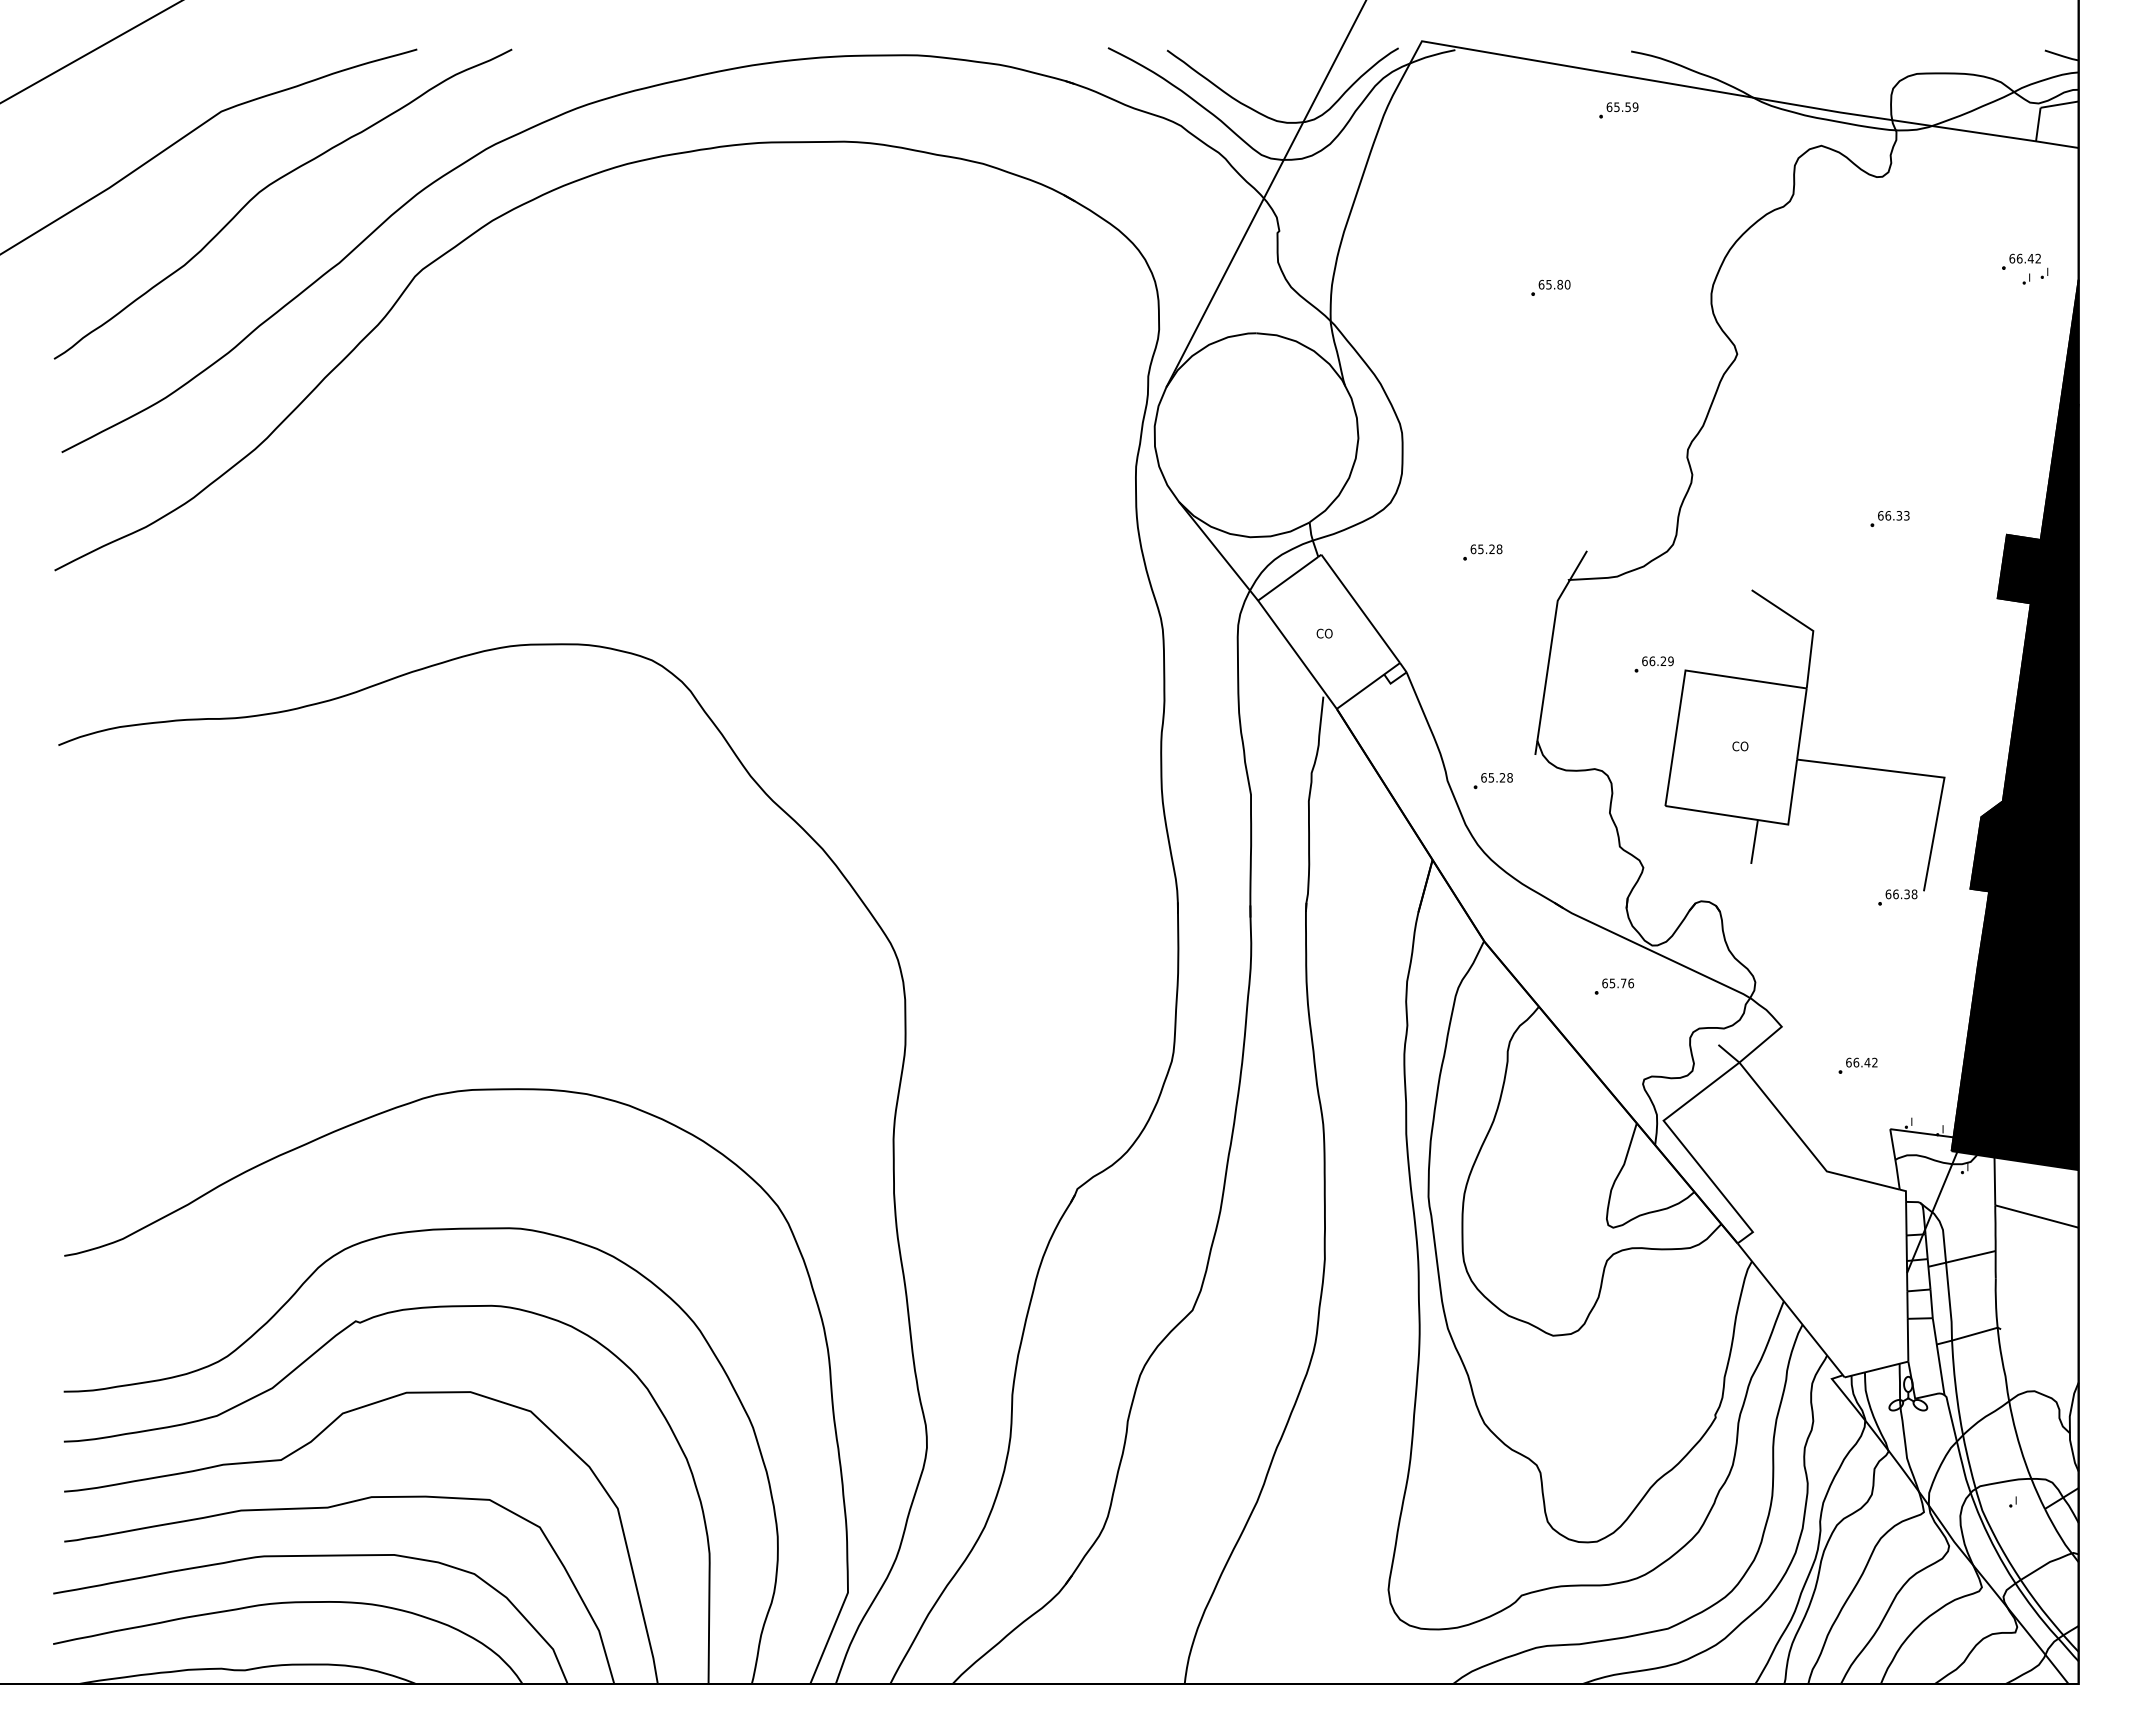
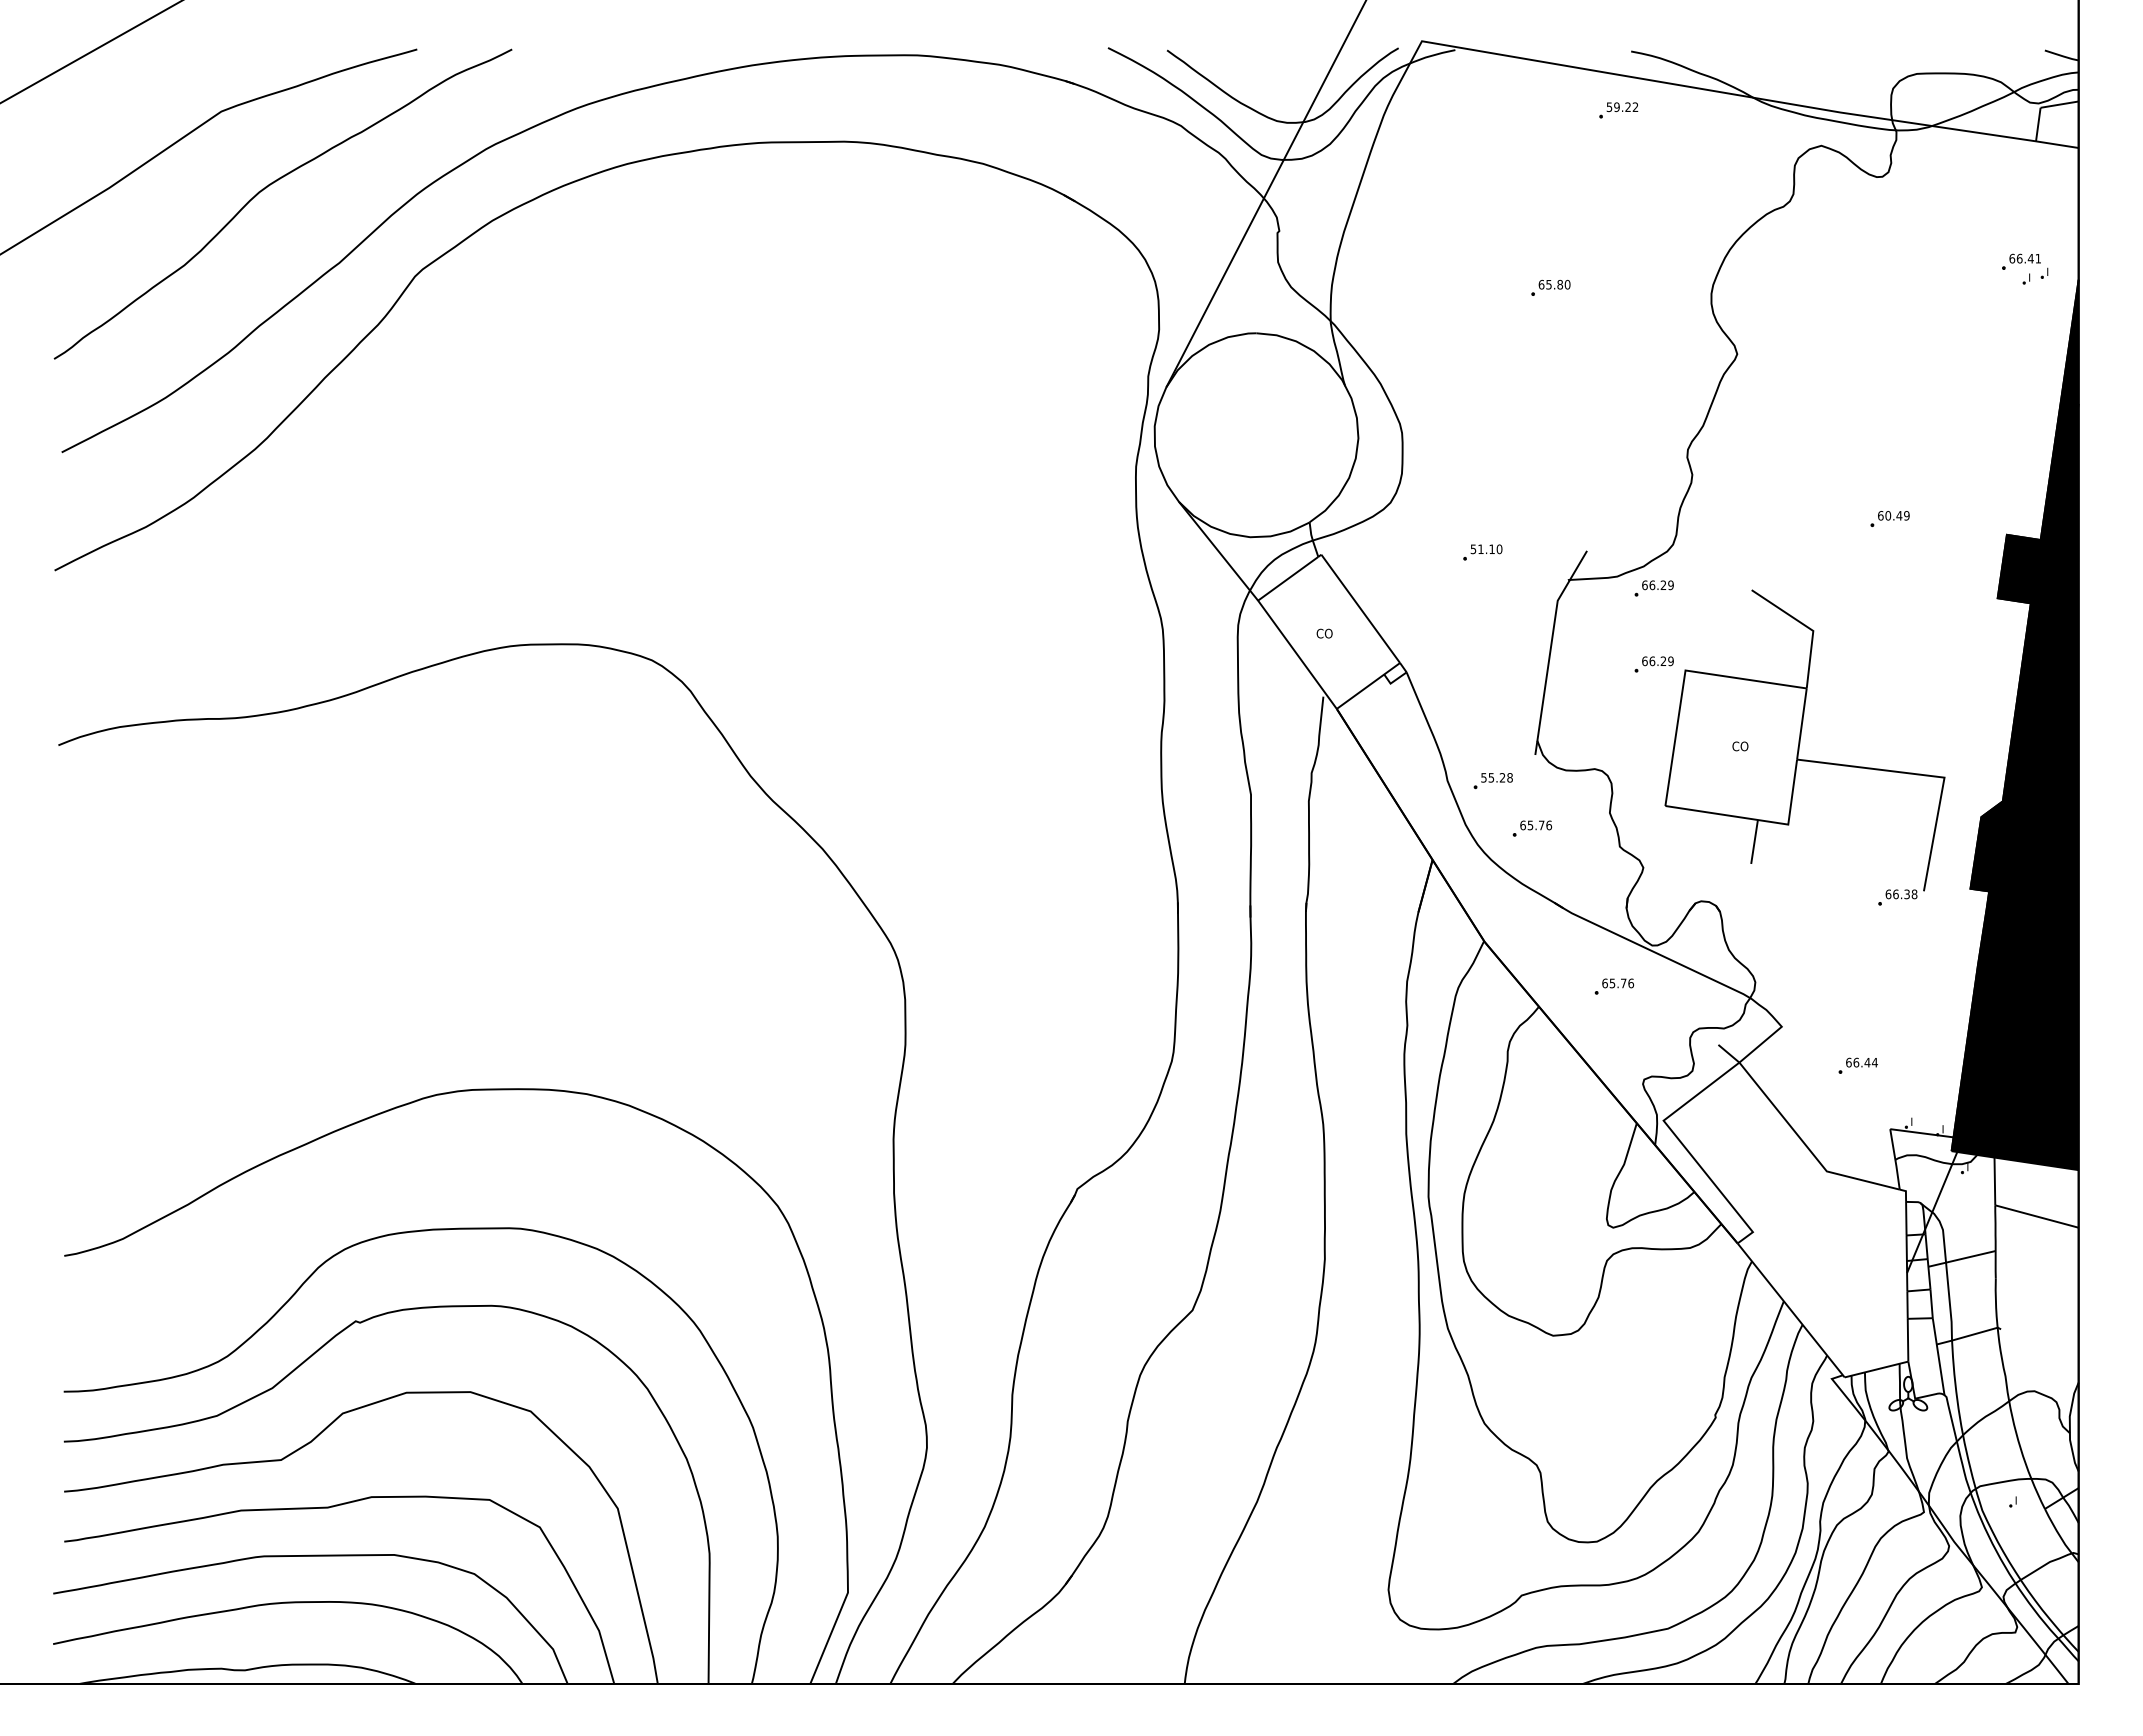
text at (1622, 107): 65.59 -> 59.22
text at (2037, 258): 66.42 -> 66.41
text at (1897, 515): 66.33 -> 60.49
text at (1486, 549): 65.28 -> 51.10
part at (1653, 588): none -> present
text at (1483, 777): 65.28 -> 55.28
part at (1532, 828): none -> present
text at (1874, 1062): 66.42 -> 66.44
